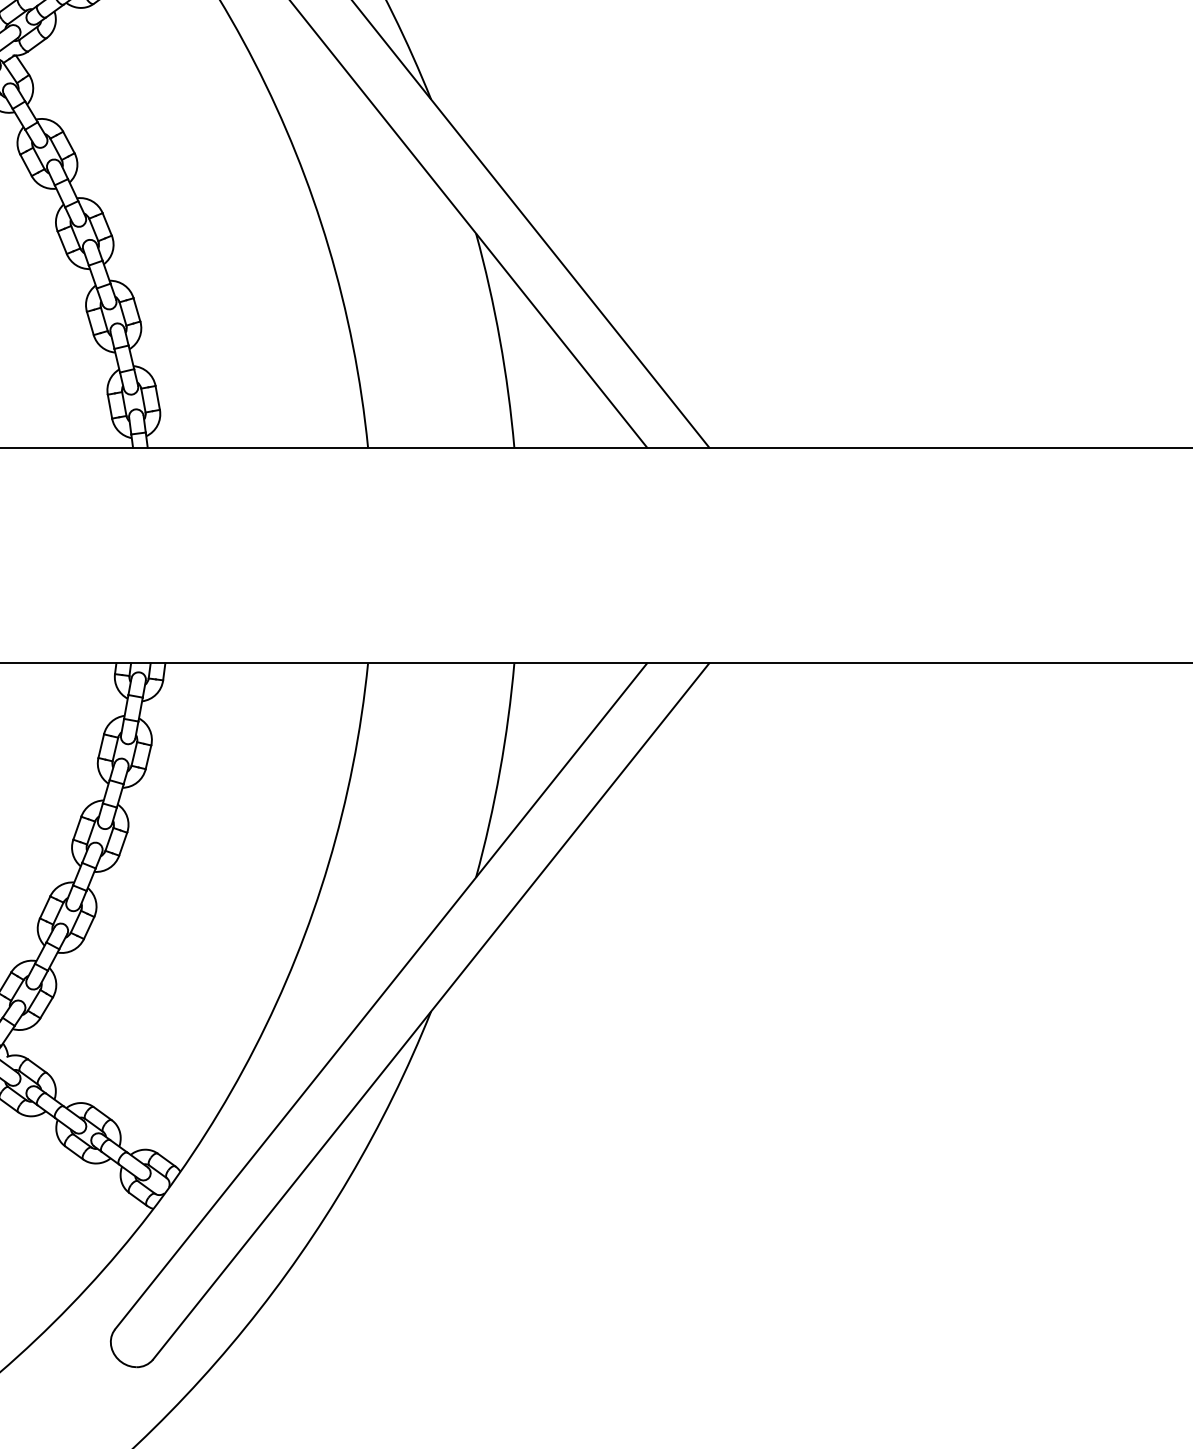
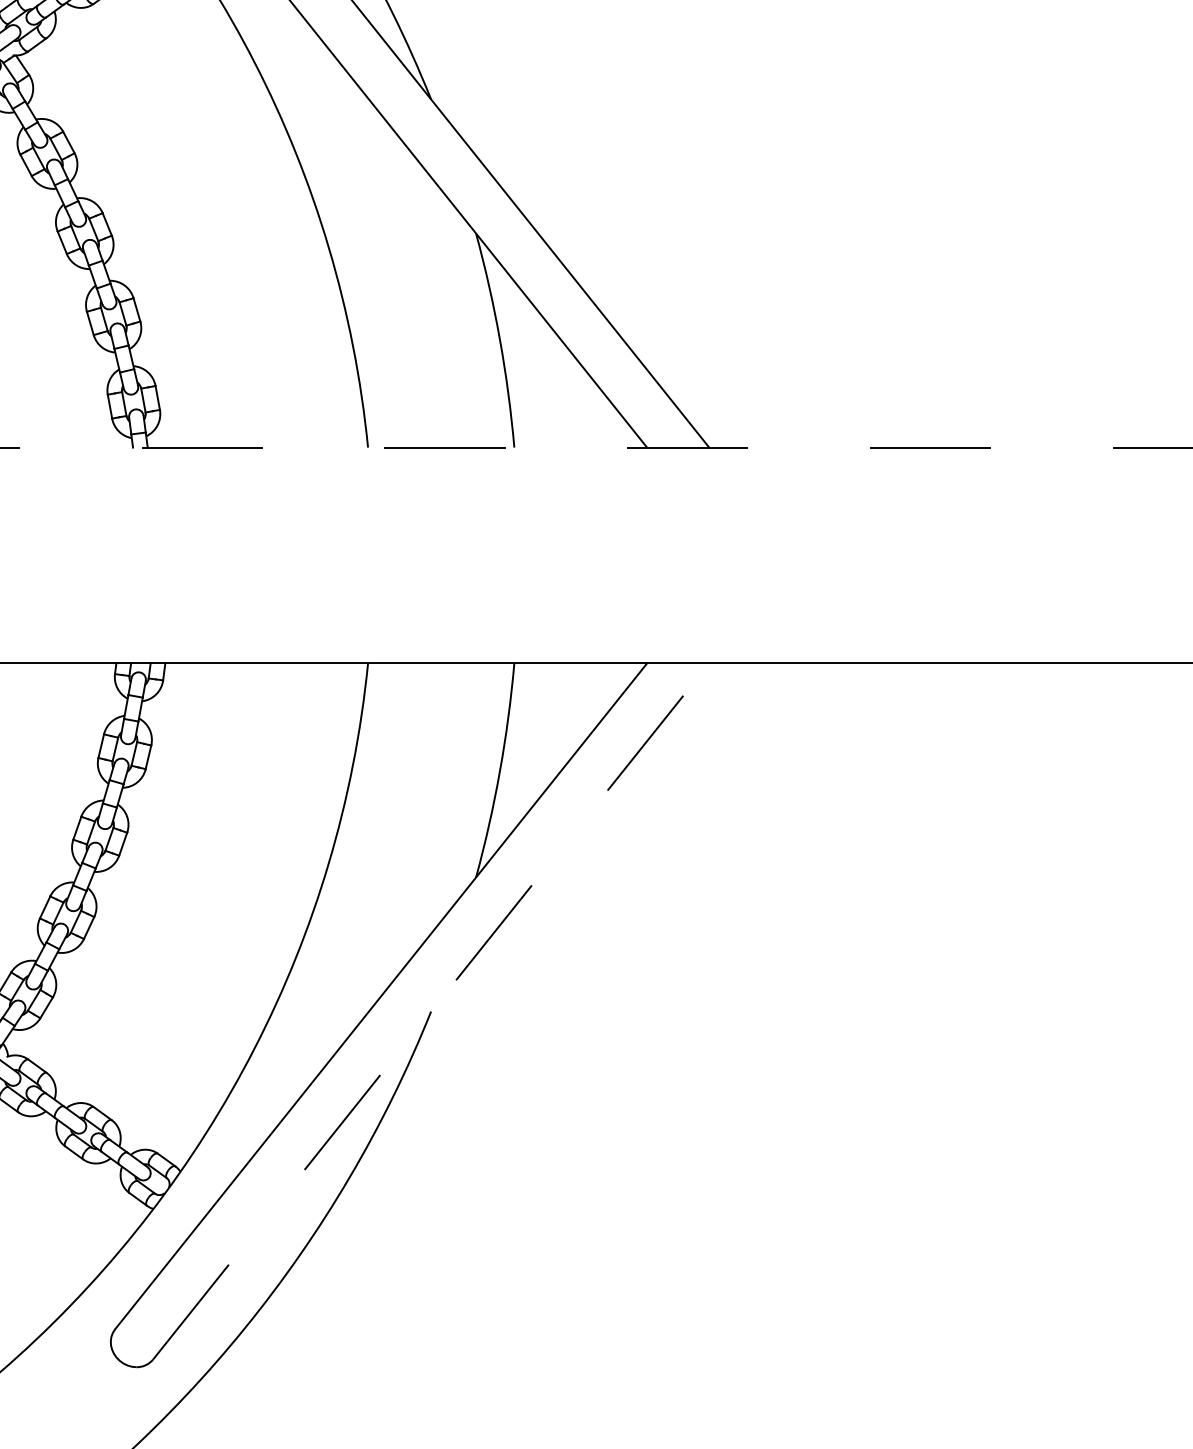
line at (596, 447): solid -> dashed
line at (431, 1011): solid -> dashed
